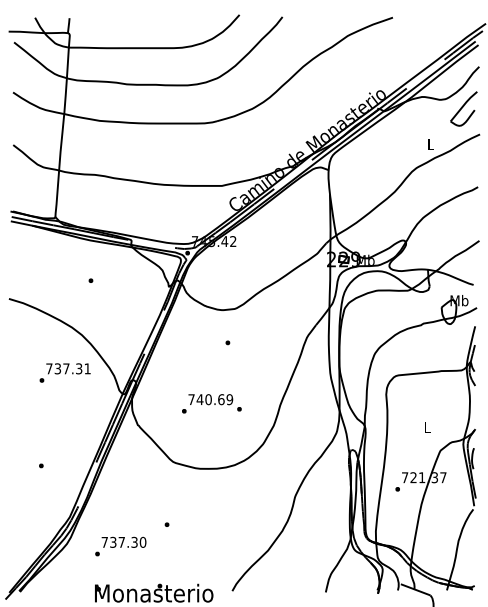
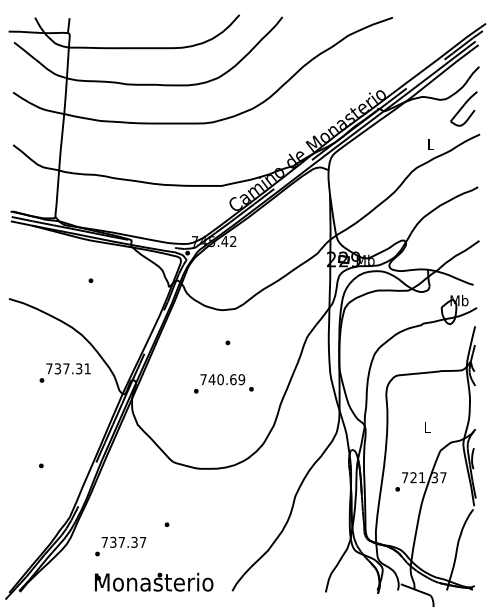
text at (211, 403) position: (211, 403) -> (223, 383)
text at (142, 541): 737.30 -> 737.37
text at (154, 592) position: (154, 592) -> (154, 581)
